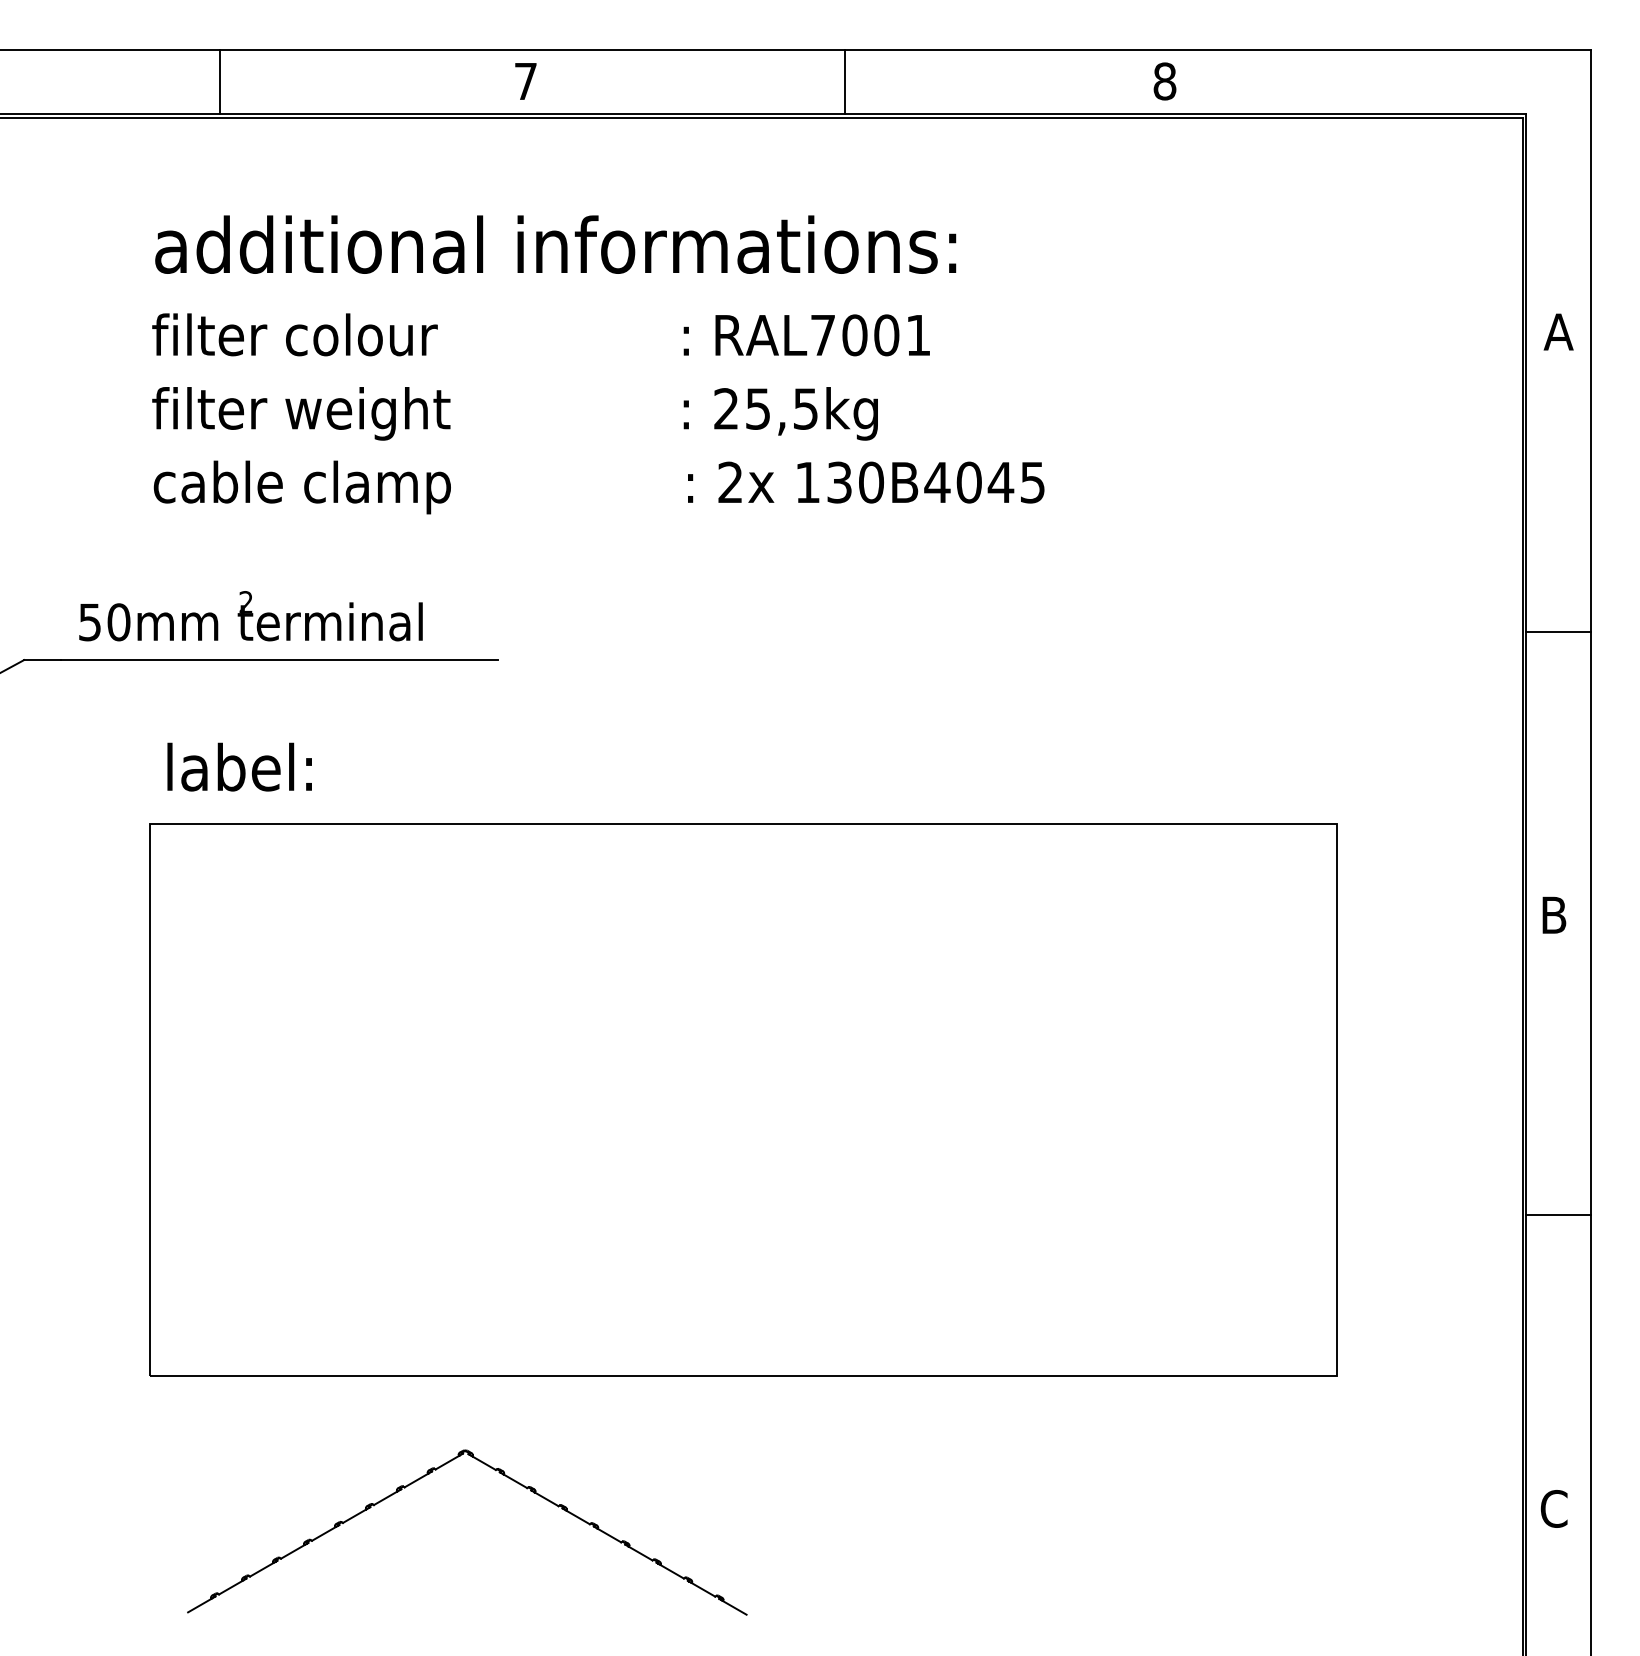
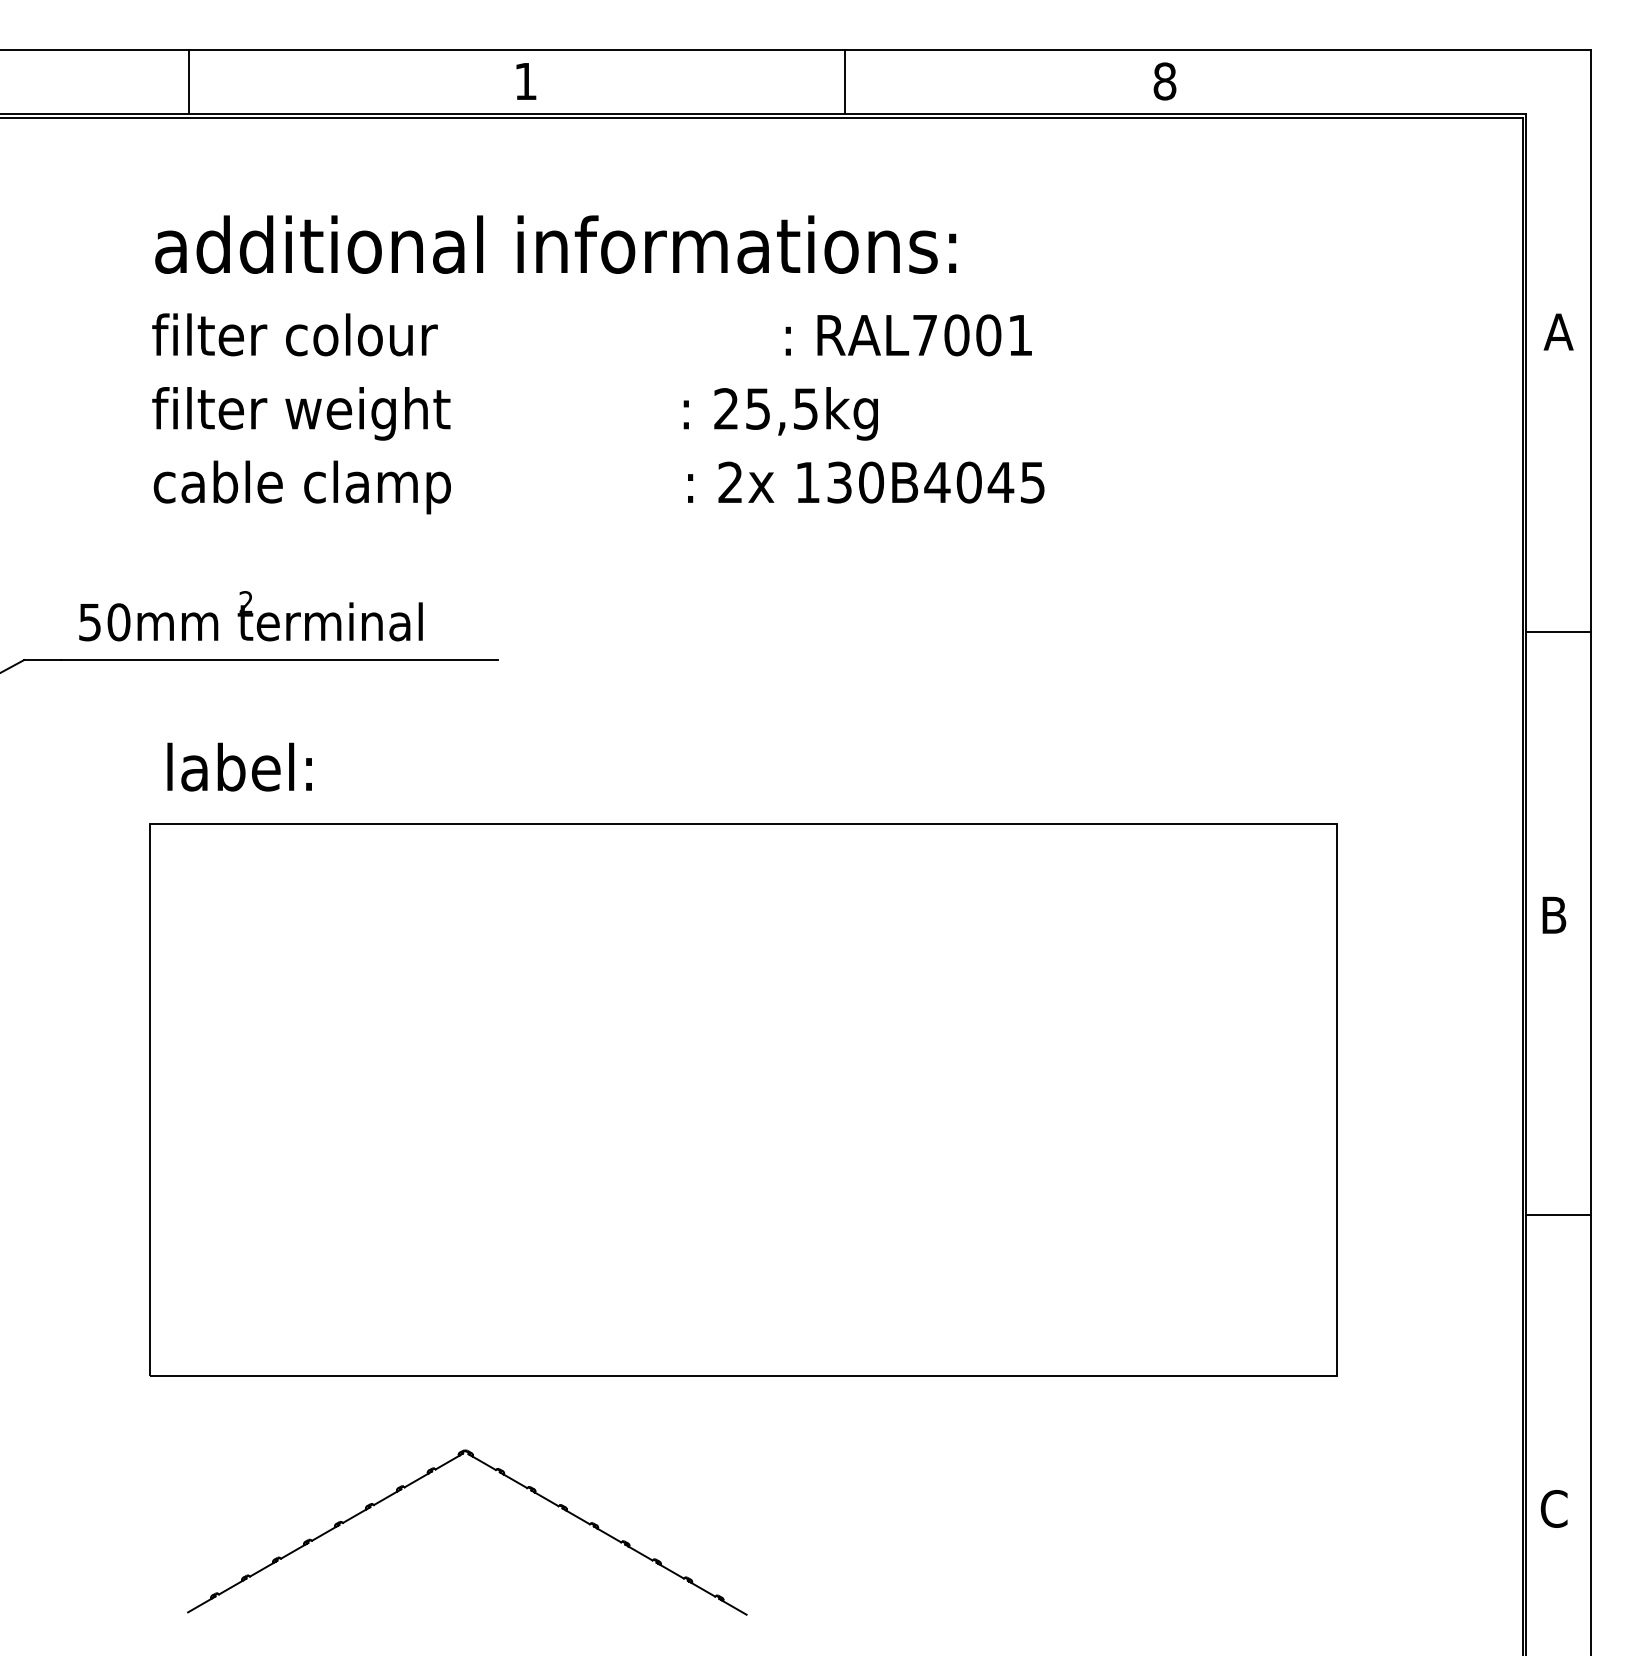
line at (219, 81) position: (219, 81) -> (188, 81)
text at (525, 81): 7 -> 1
text at (806, 335) position: (806, 335) -> (908, 335)
